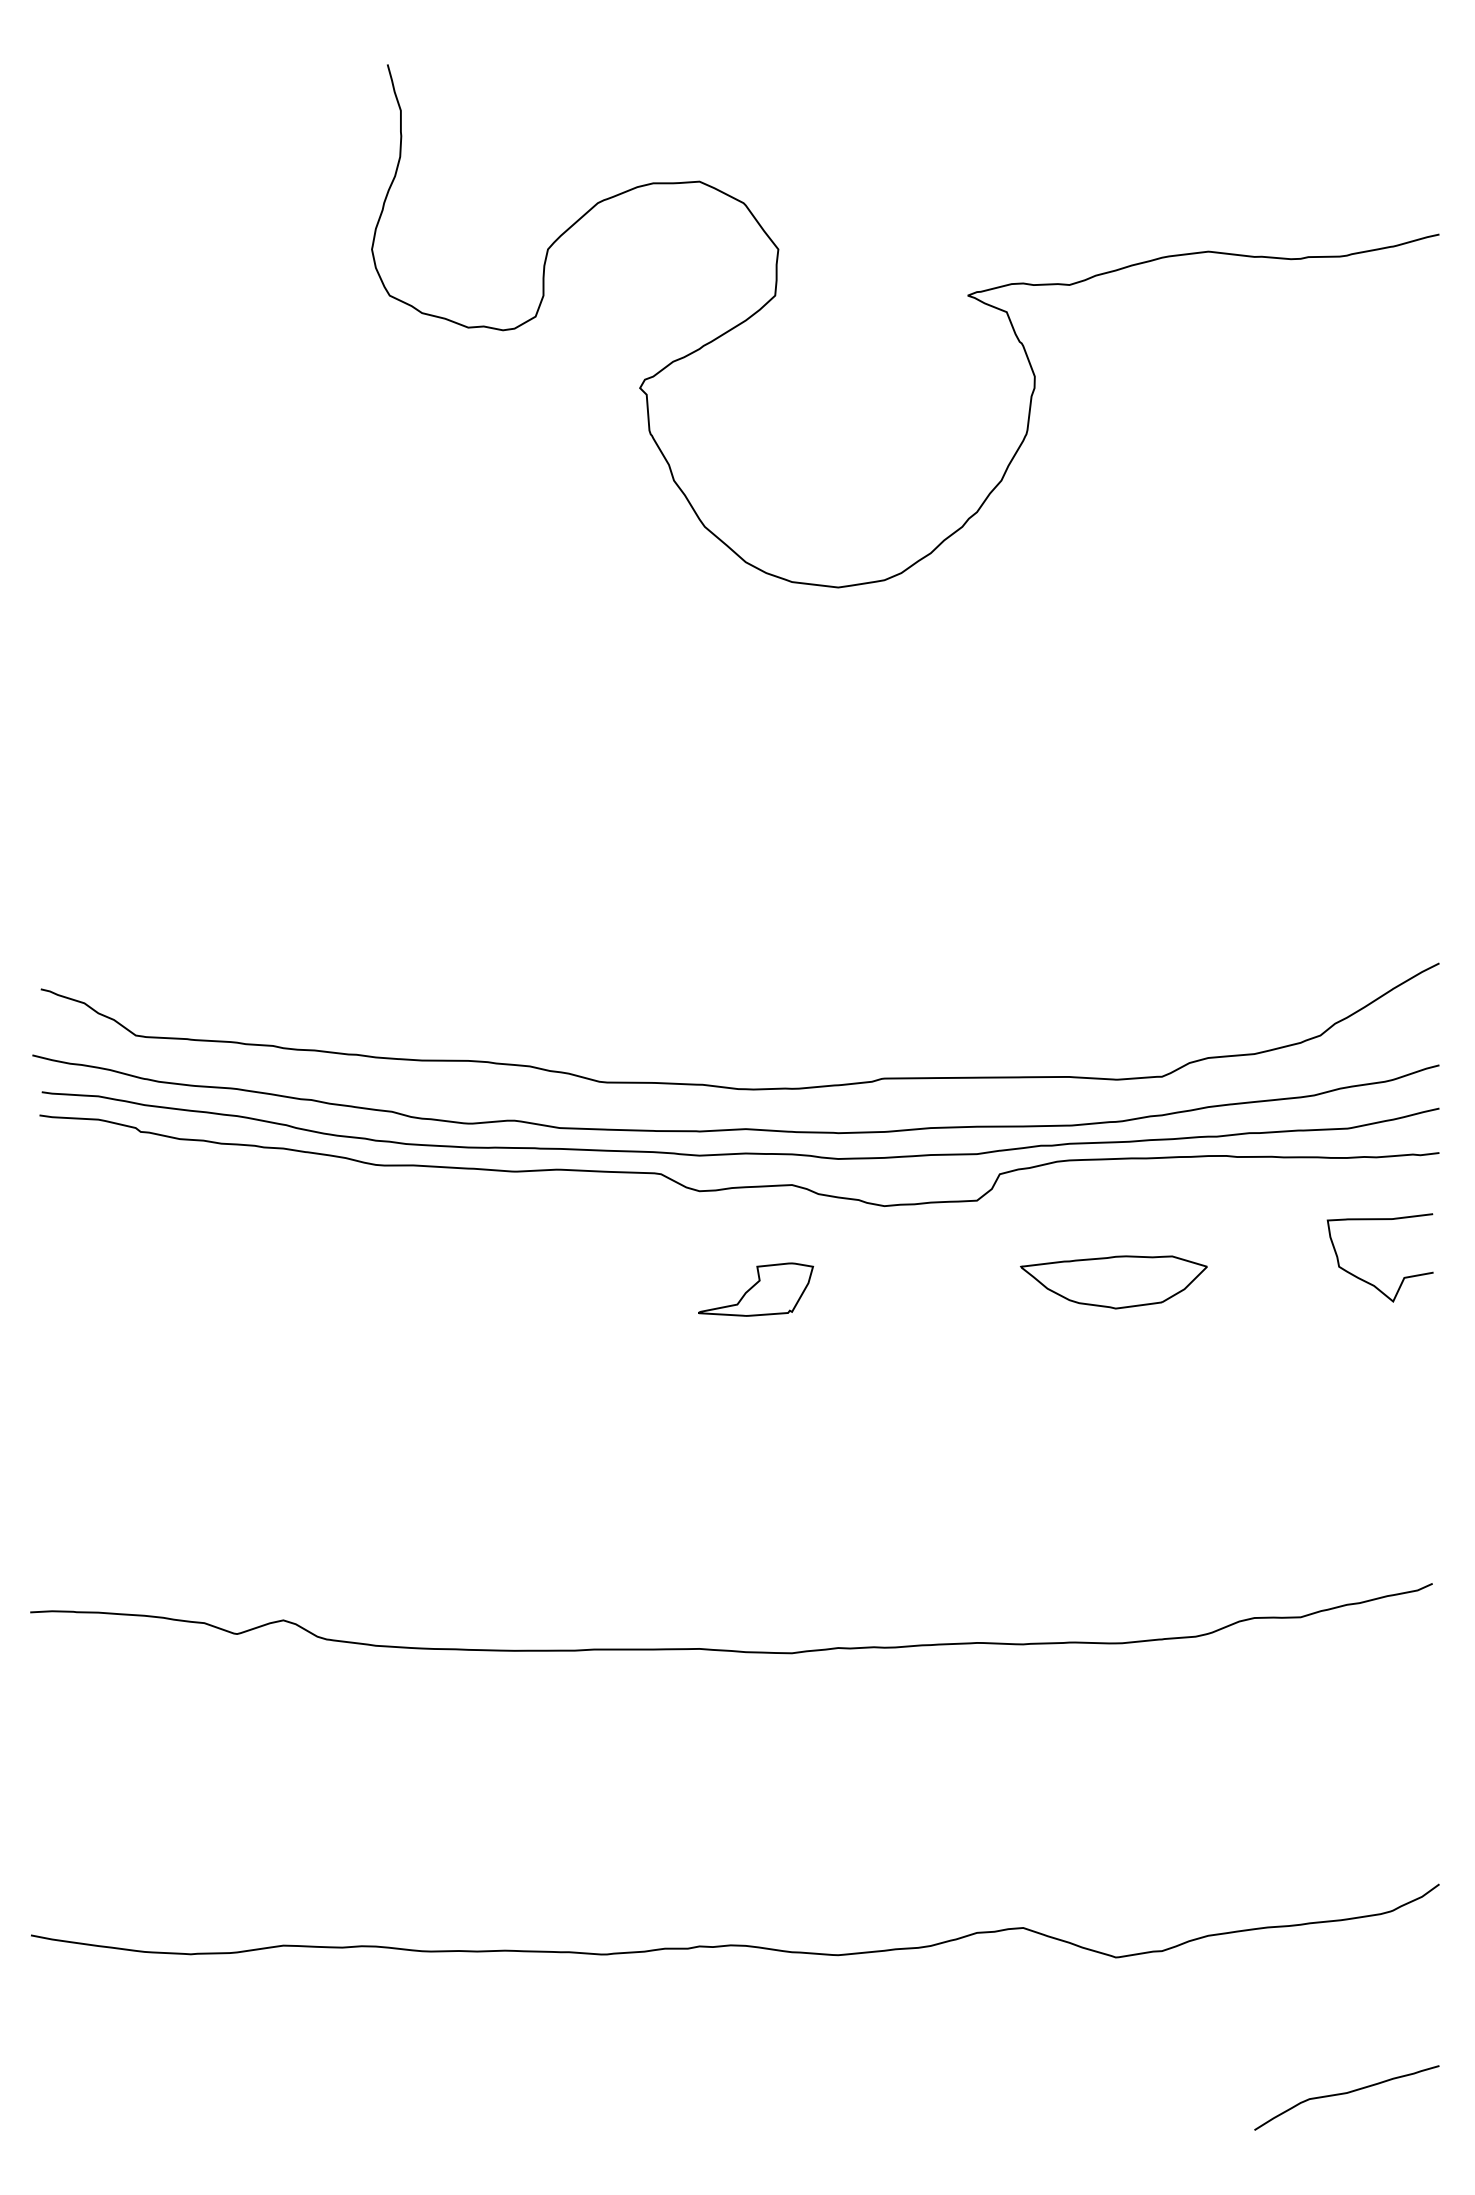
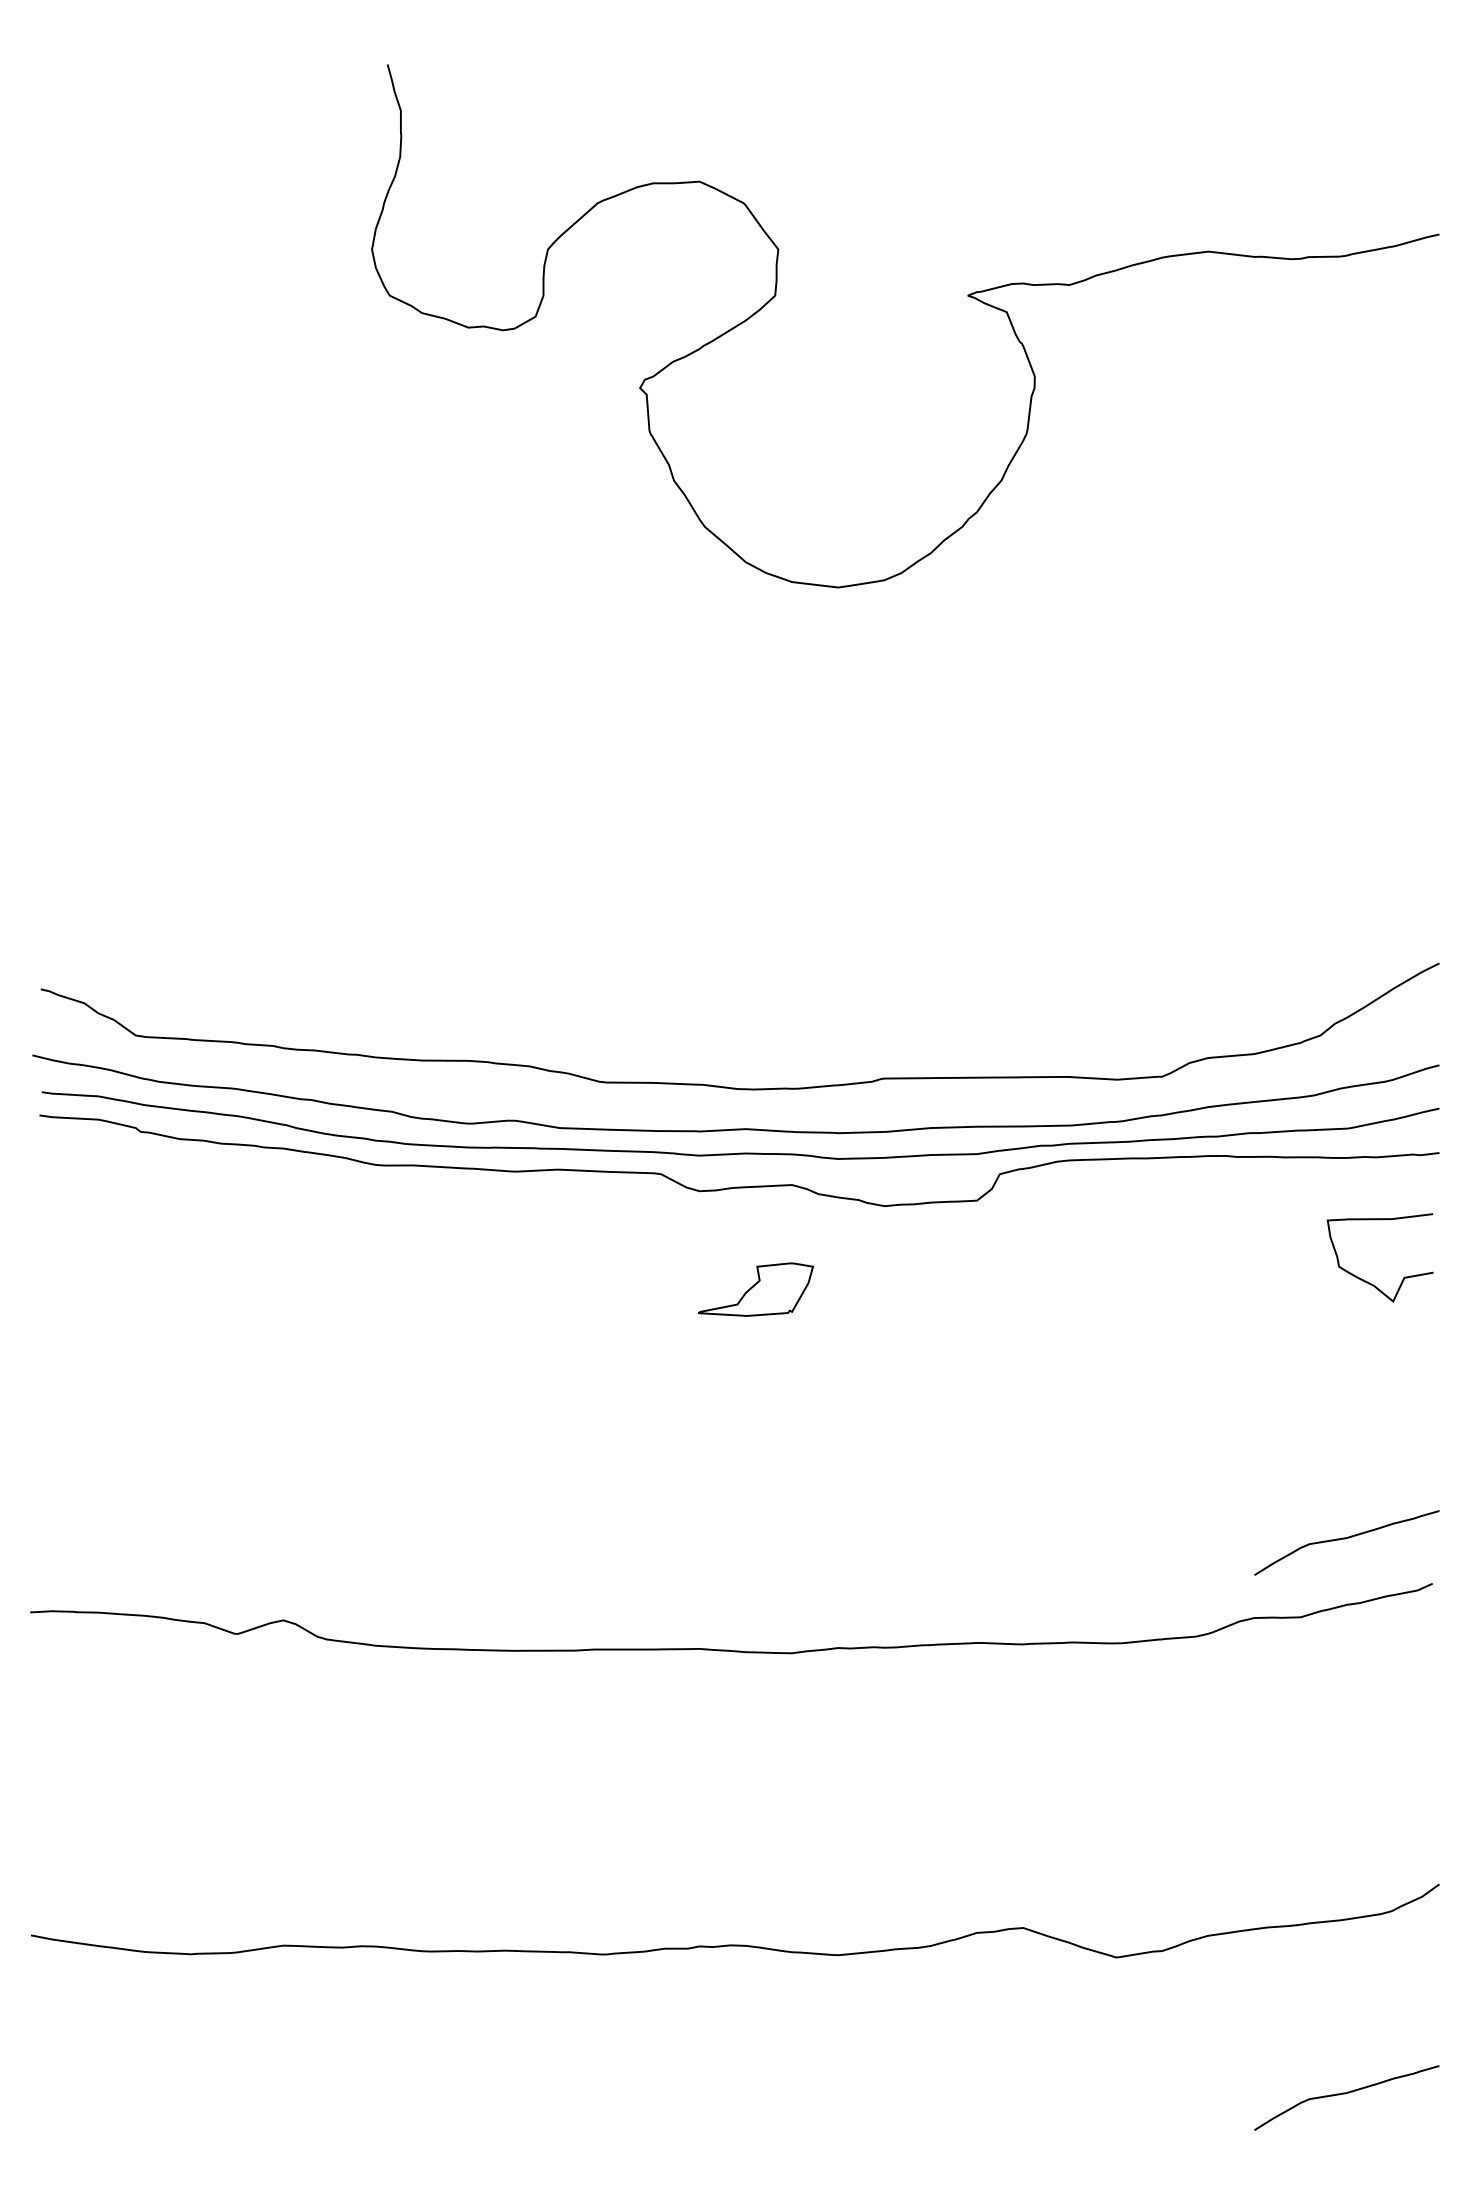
part at (1113, 1282): present -> none
curve at (1345, 1539): none -> present
